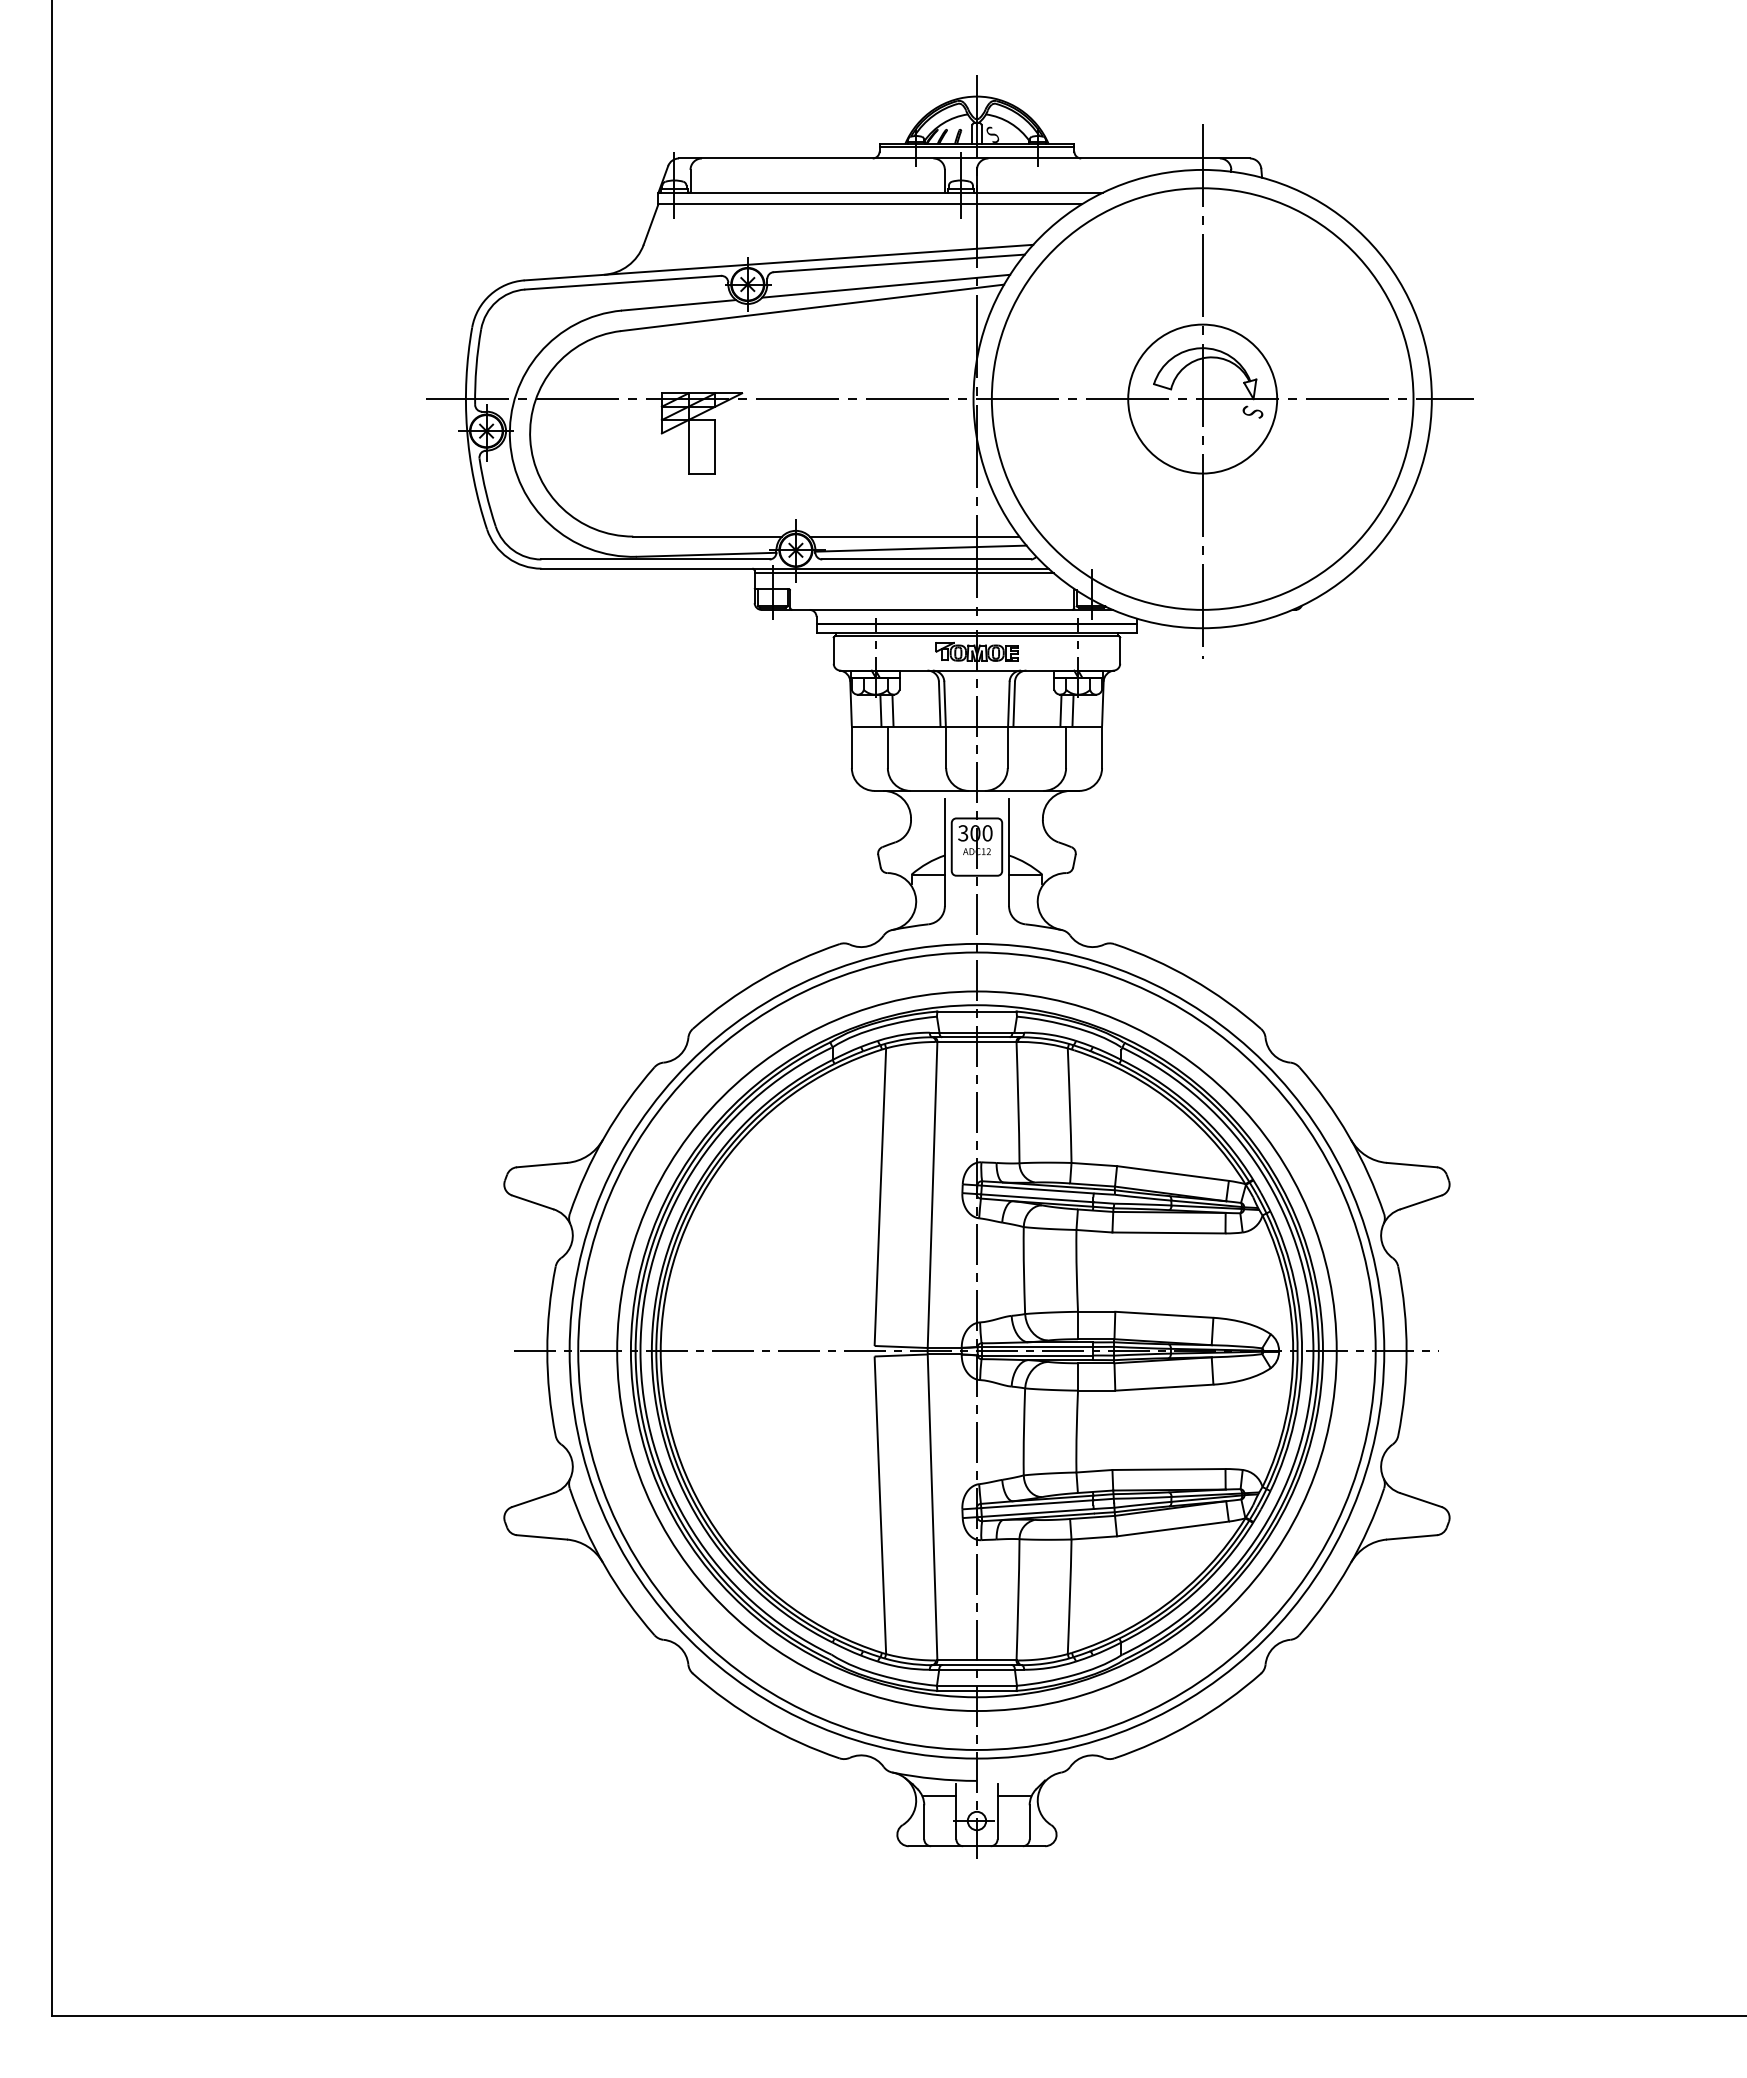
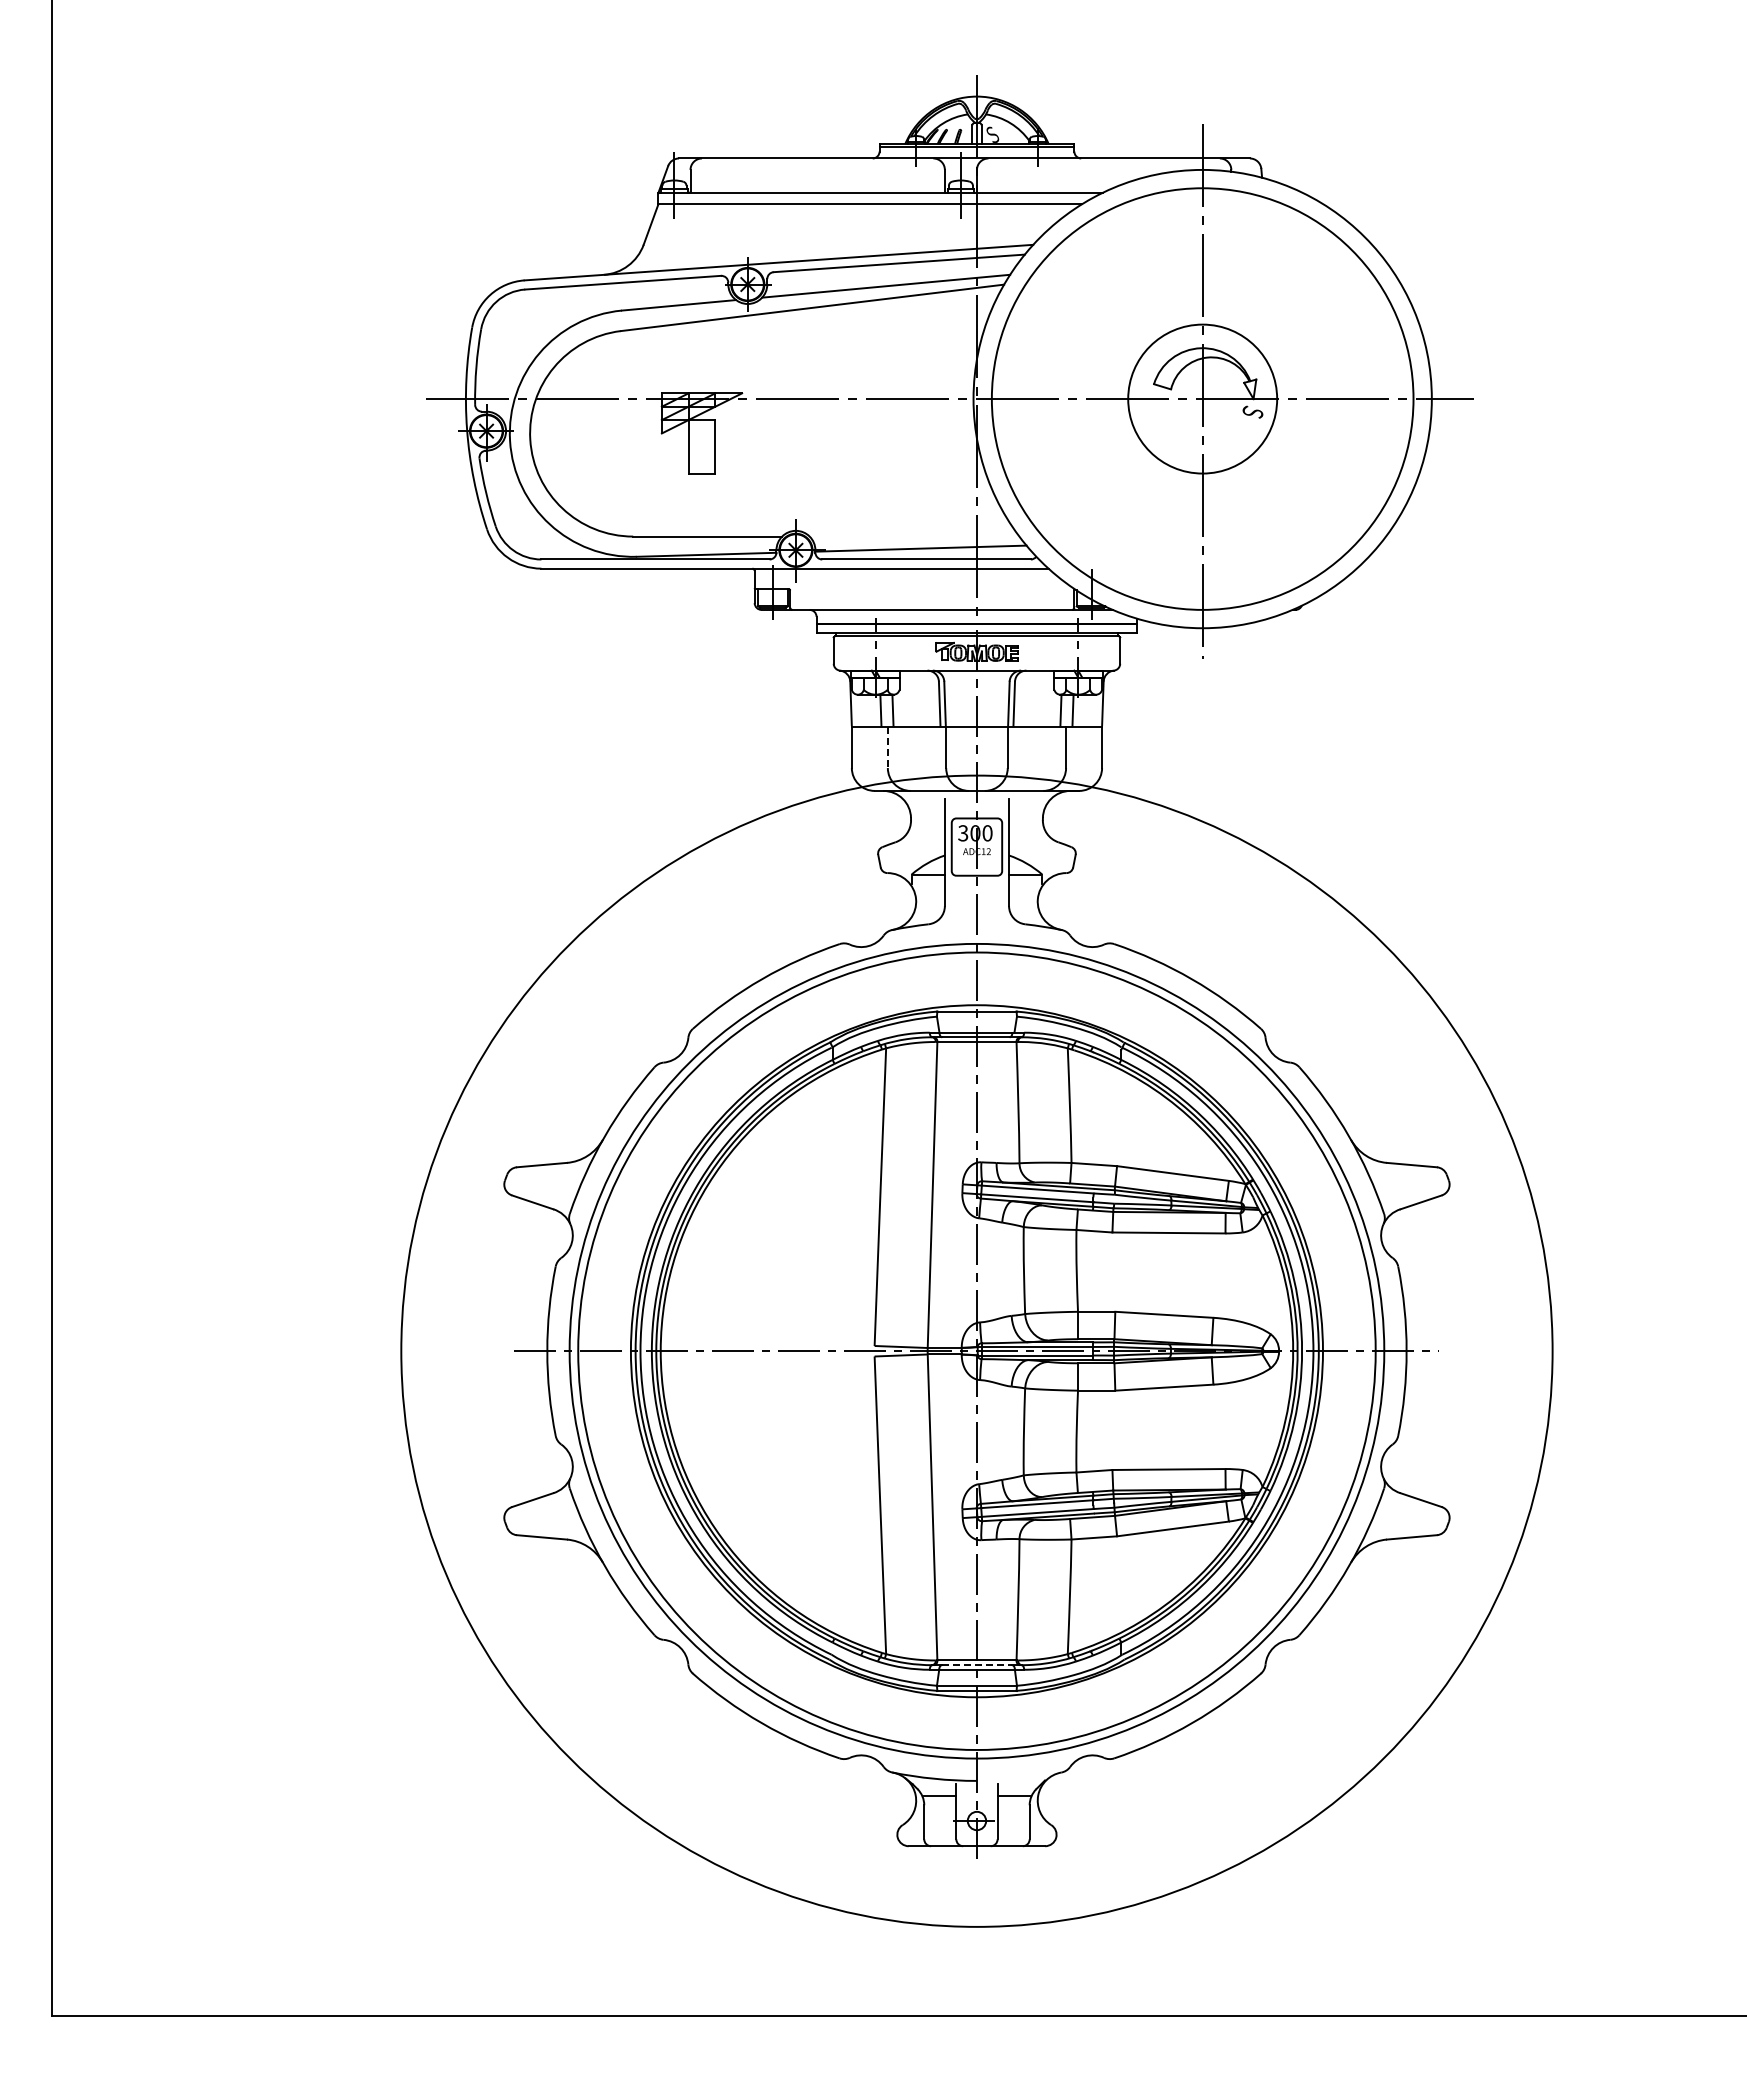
line at (914, 536): present -> none
line at (903, 573): present -> none
line at (887, 747): solid -> dashed
circle at (976, 1351) diameter: 720 px -> 1151 px
line at (977, 1665): solid -> dashed
